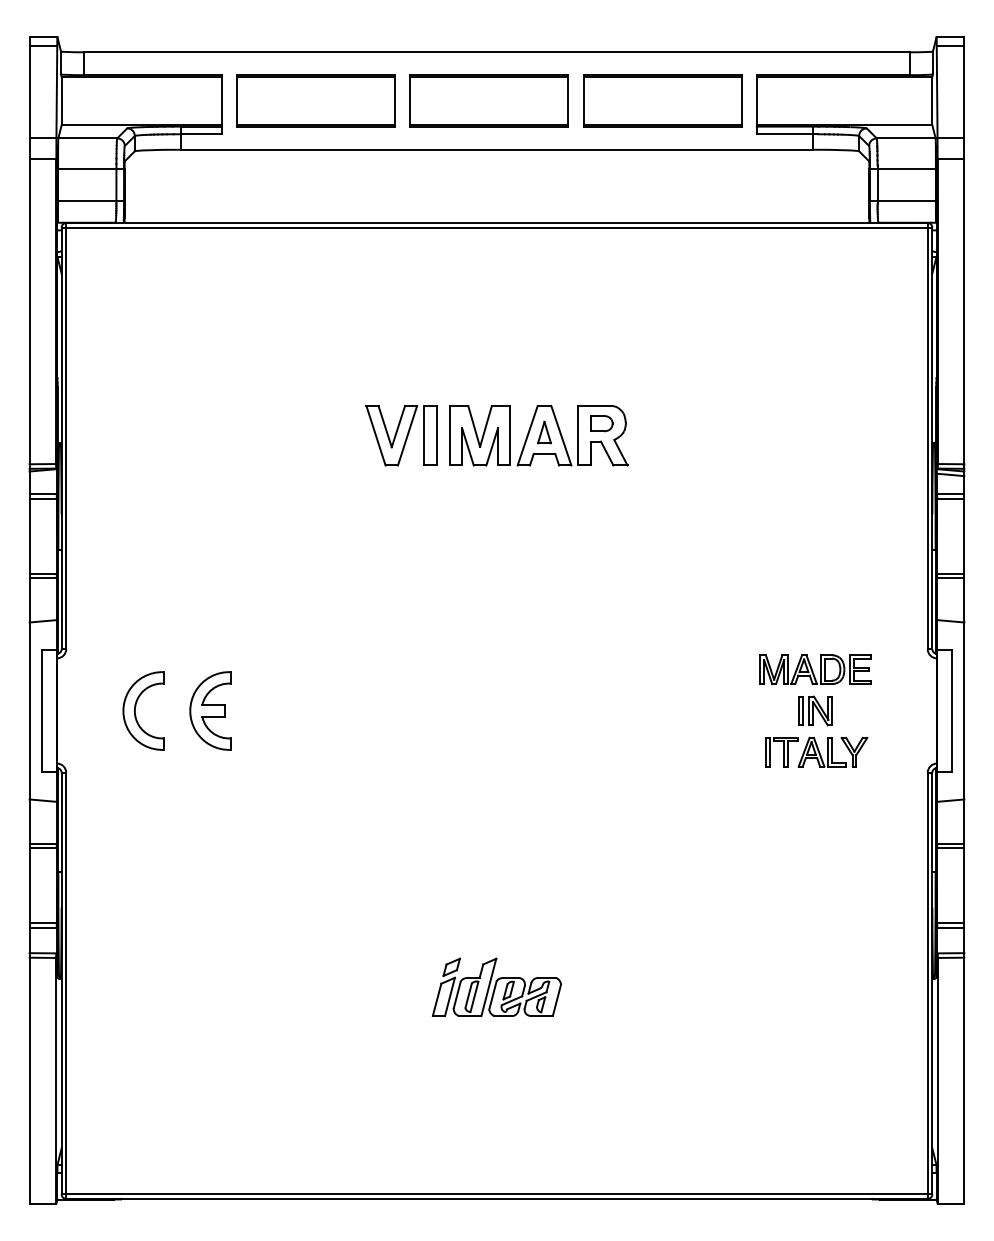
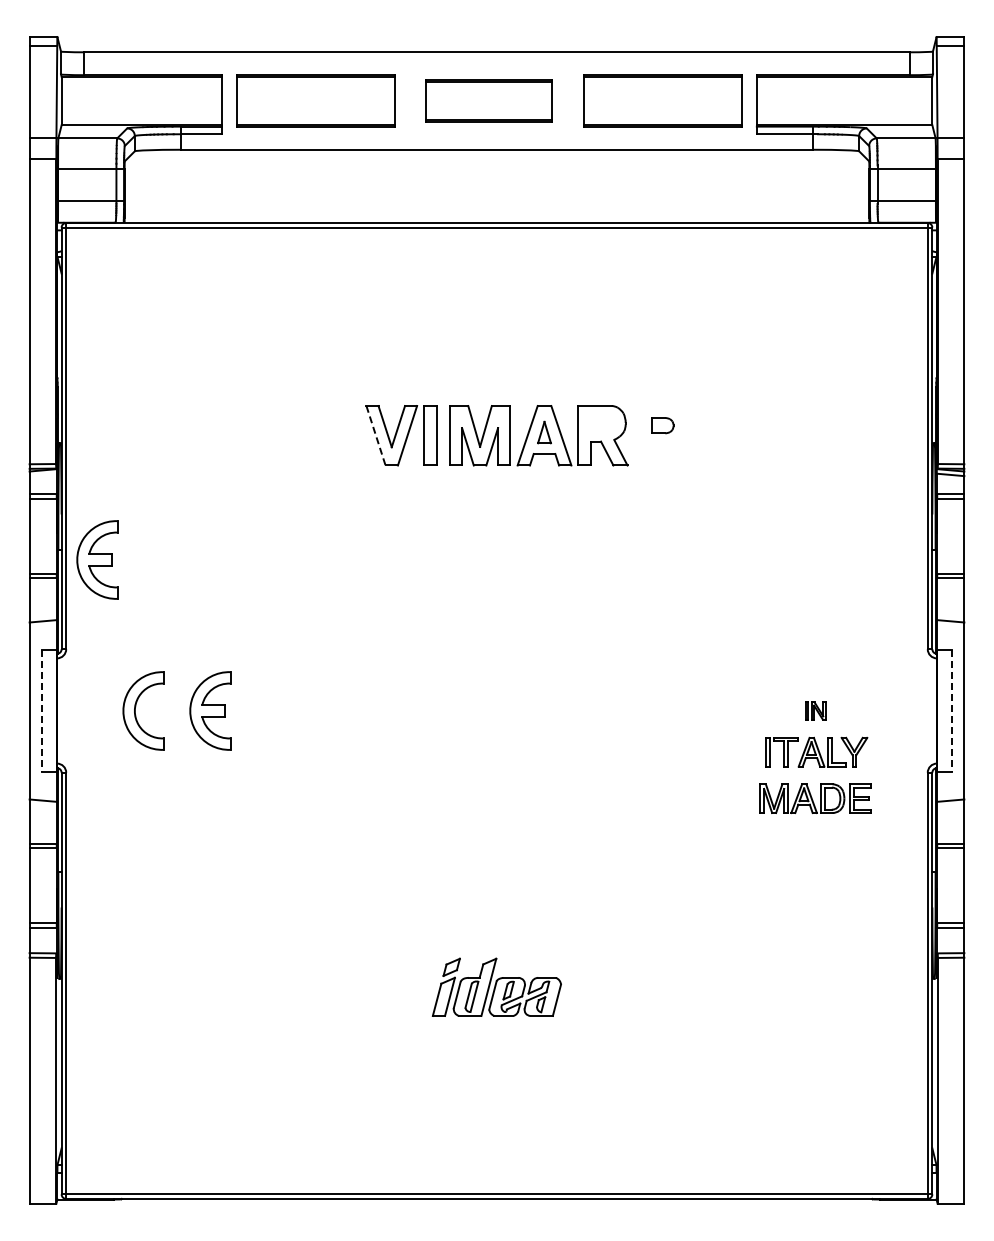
part at (488, 100) size: 160x54 px -> 128x44 px
part at (601, 423) position: (601, 423) -> (662, 425)
line at (376, 436): solid -> dashed
part at (97, 559): none -> present
part at (815, 669) position: (815, 669) -> (815, 798)
line at (41, 710): solid -> dashed
part at (815, 710) size: 35x32 px -> 22x20 px
line at (952, 710): solid -> dashed
